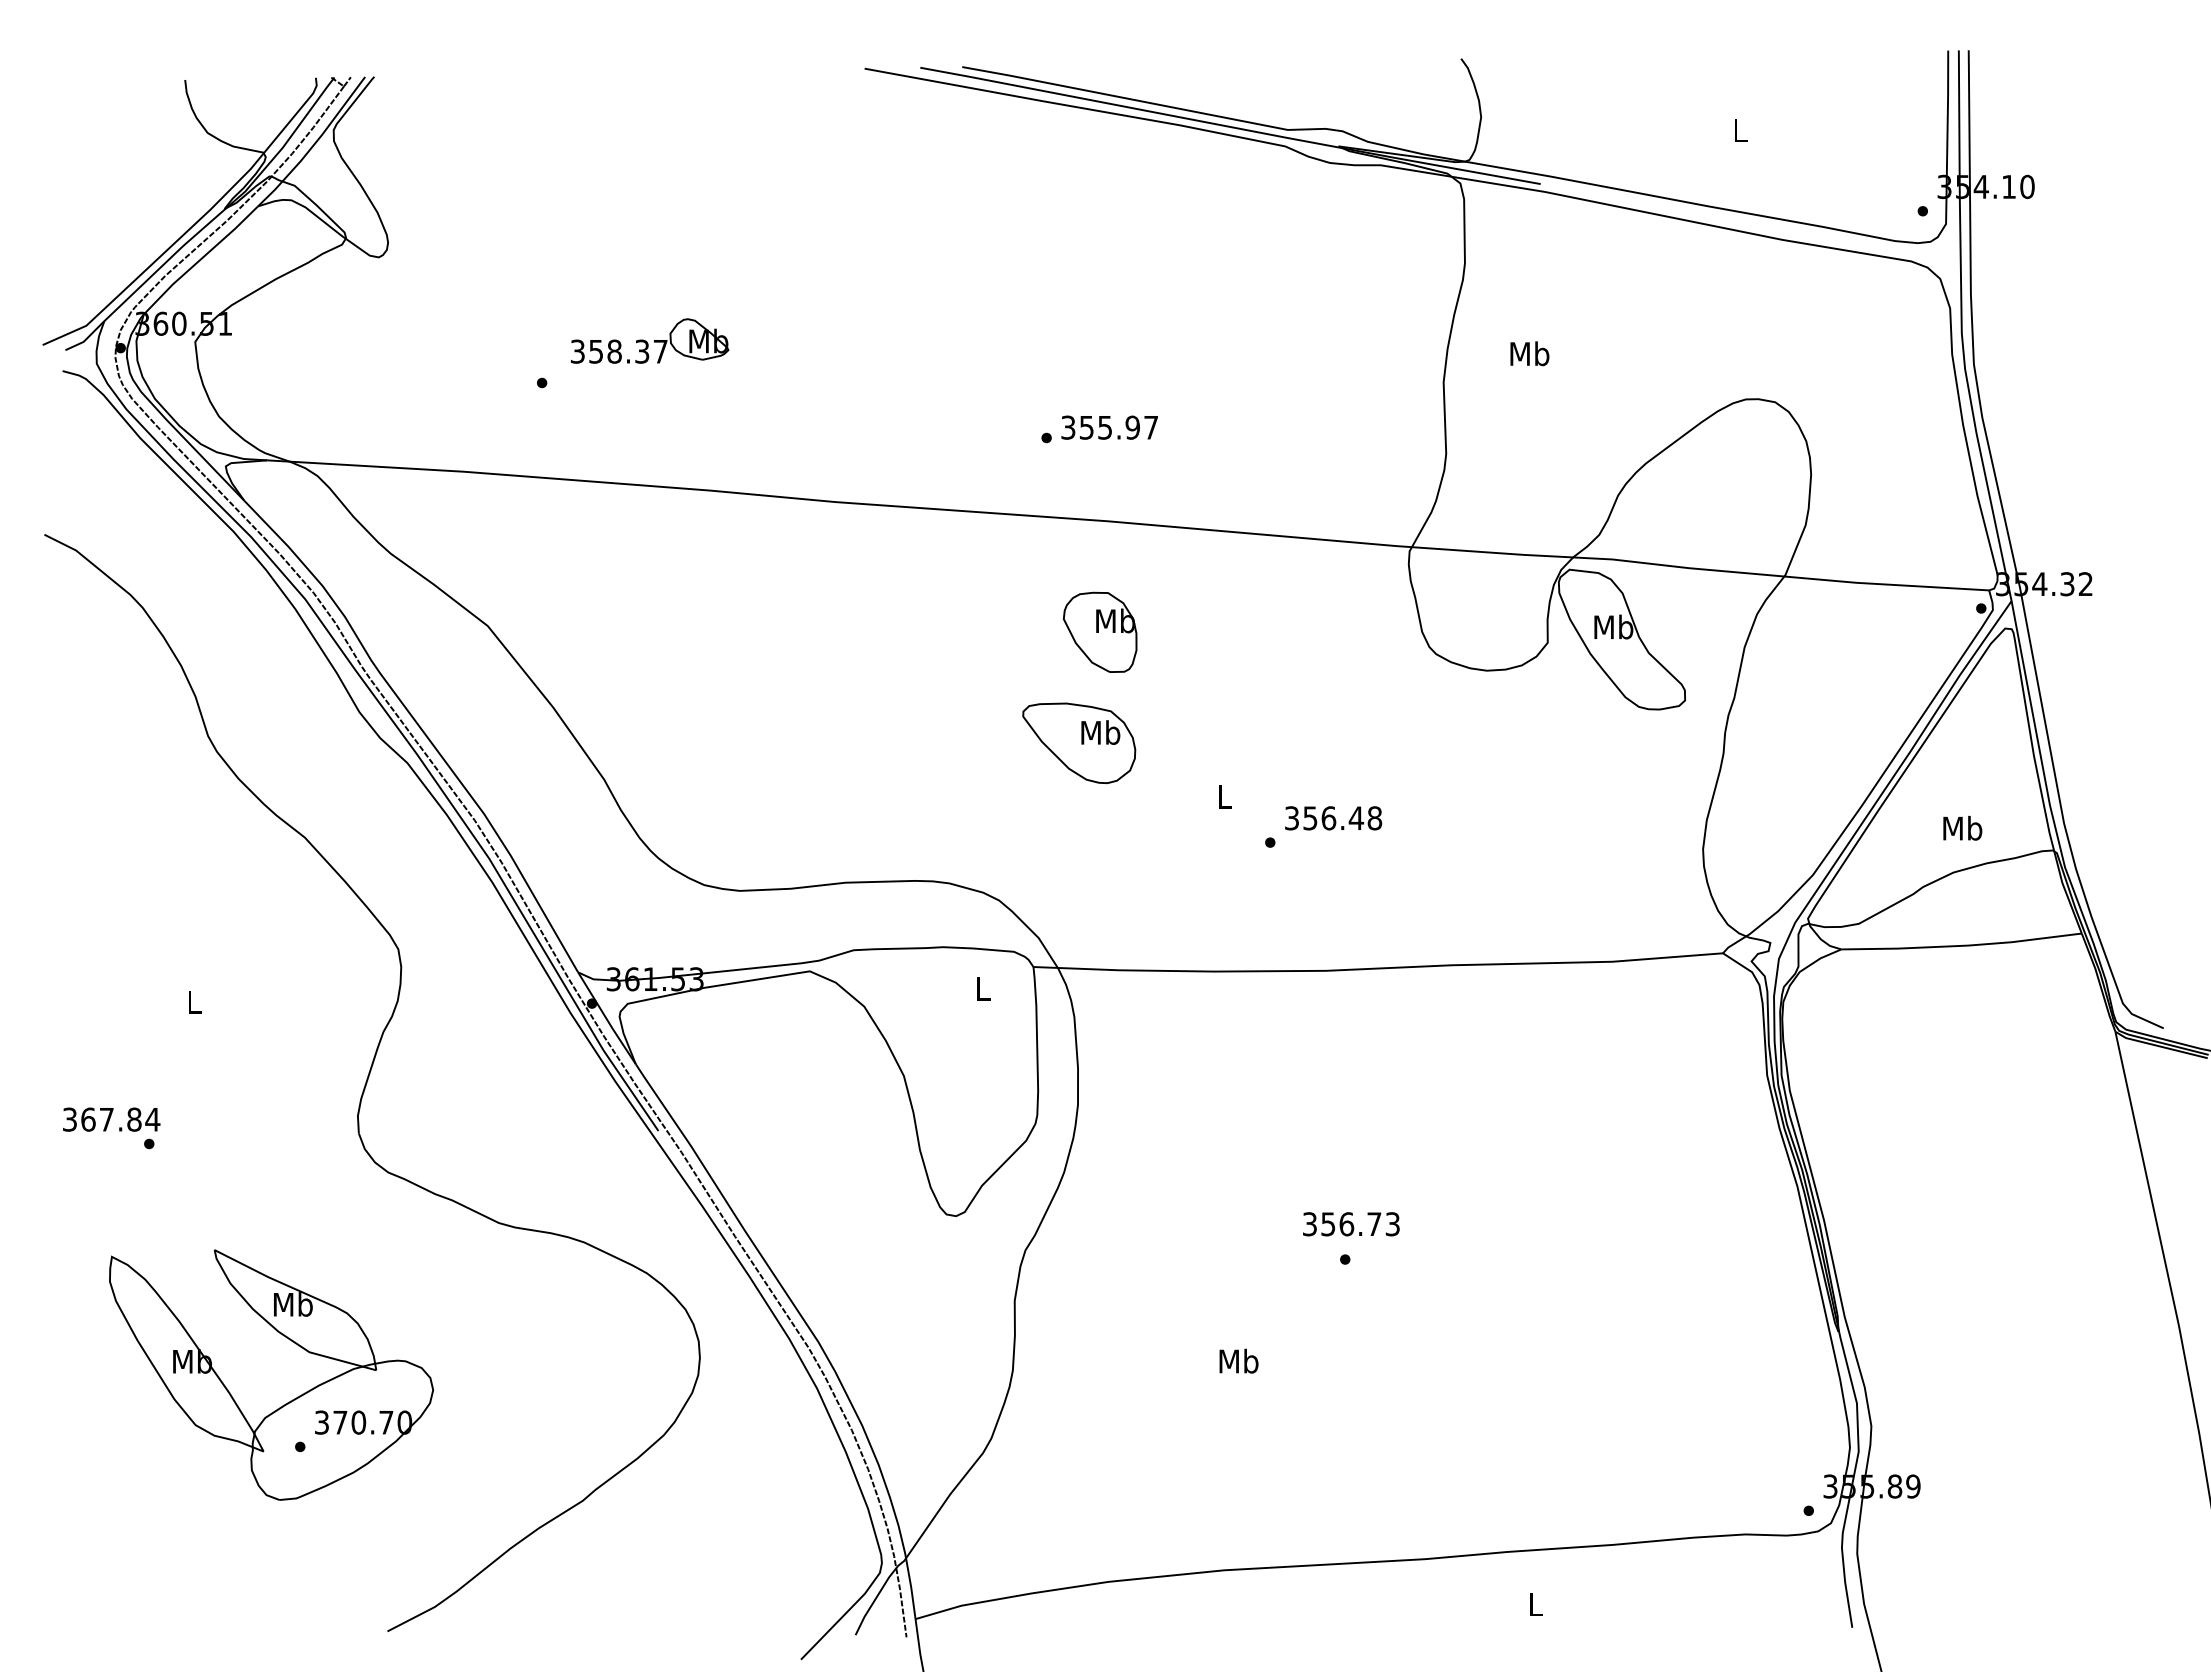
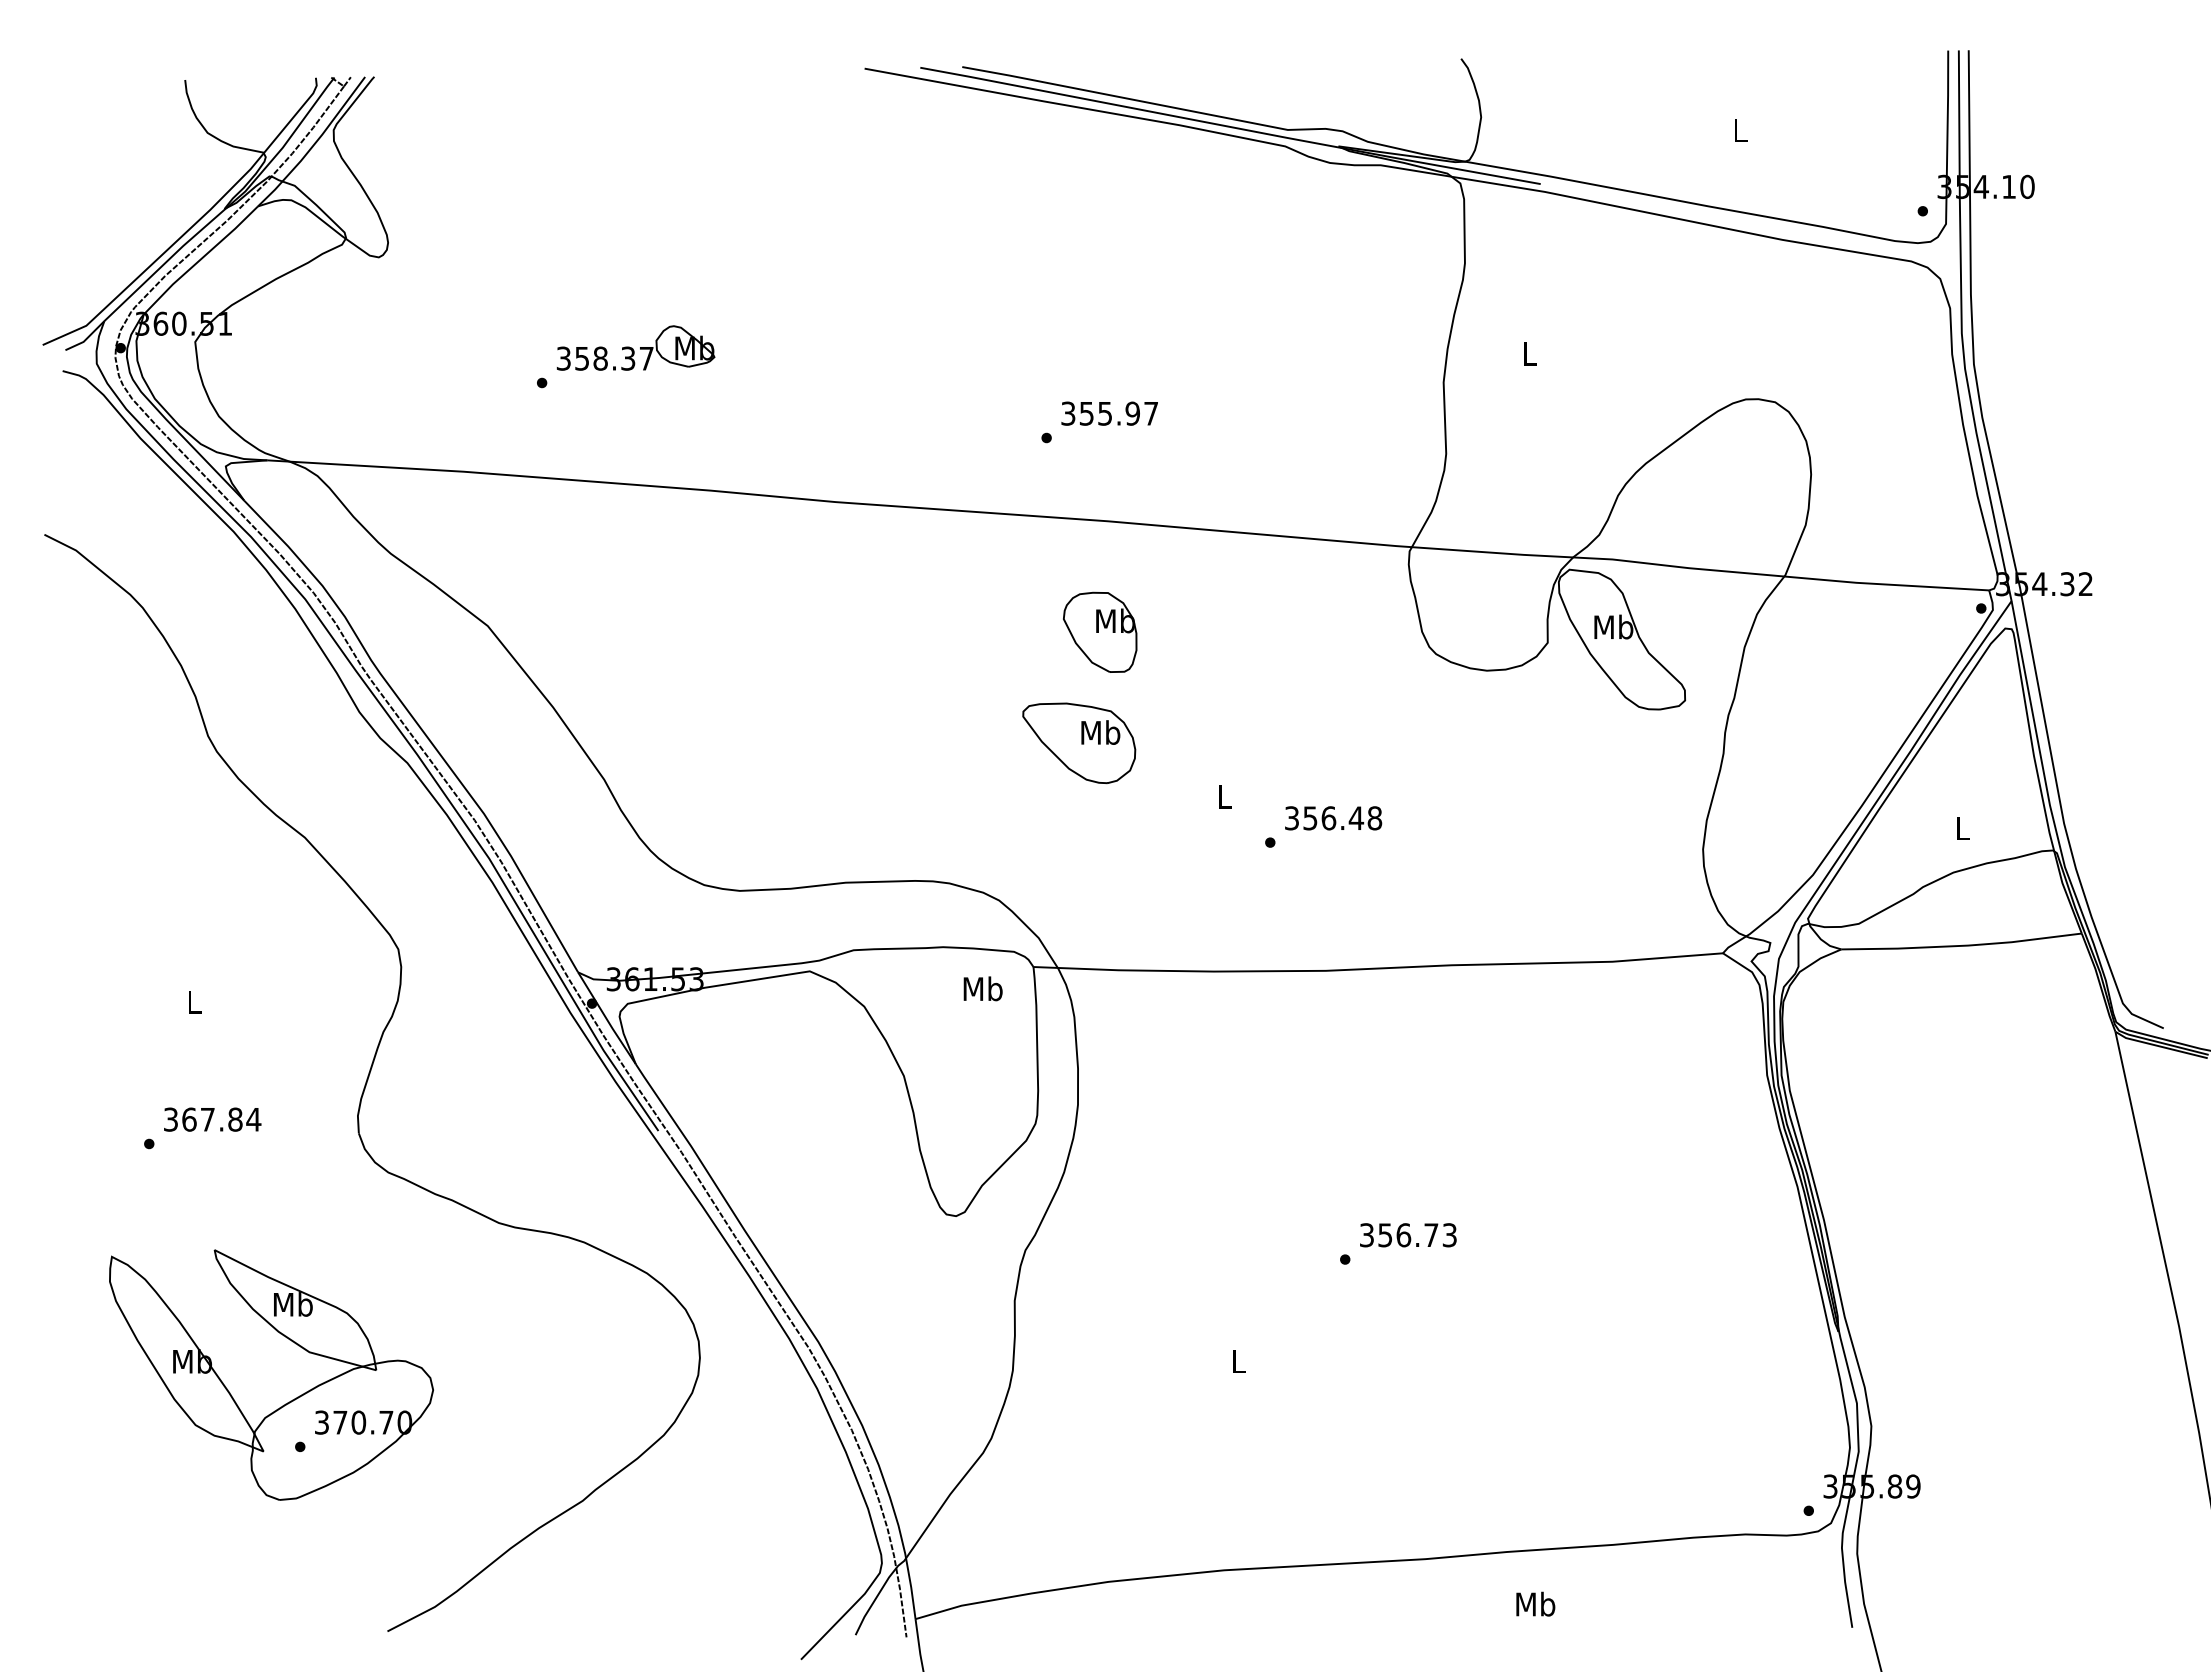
part at (649, 340) position: (649, 340) -> (635, 347)
text at (1529, 353): Mb -> L
text at (1109, 427) position: (1109, 427) -> (1109, 413)
text at (1962, 827): Mb -> L
text at (982, 988): L -> Mb
text at (111, 1119) position: (111, 1119) -> (212, 1119)
text at (1351, 1224) position: (1351, 1224) -> (1408, 1235)
text at (1238, 1360): Mb -> L
text at (1535, 1603): L -> Mb
